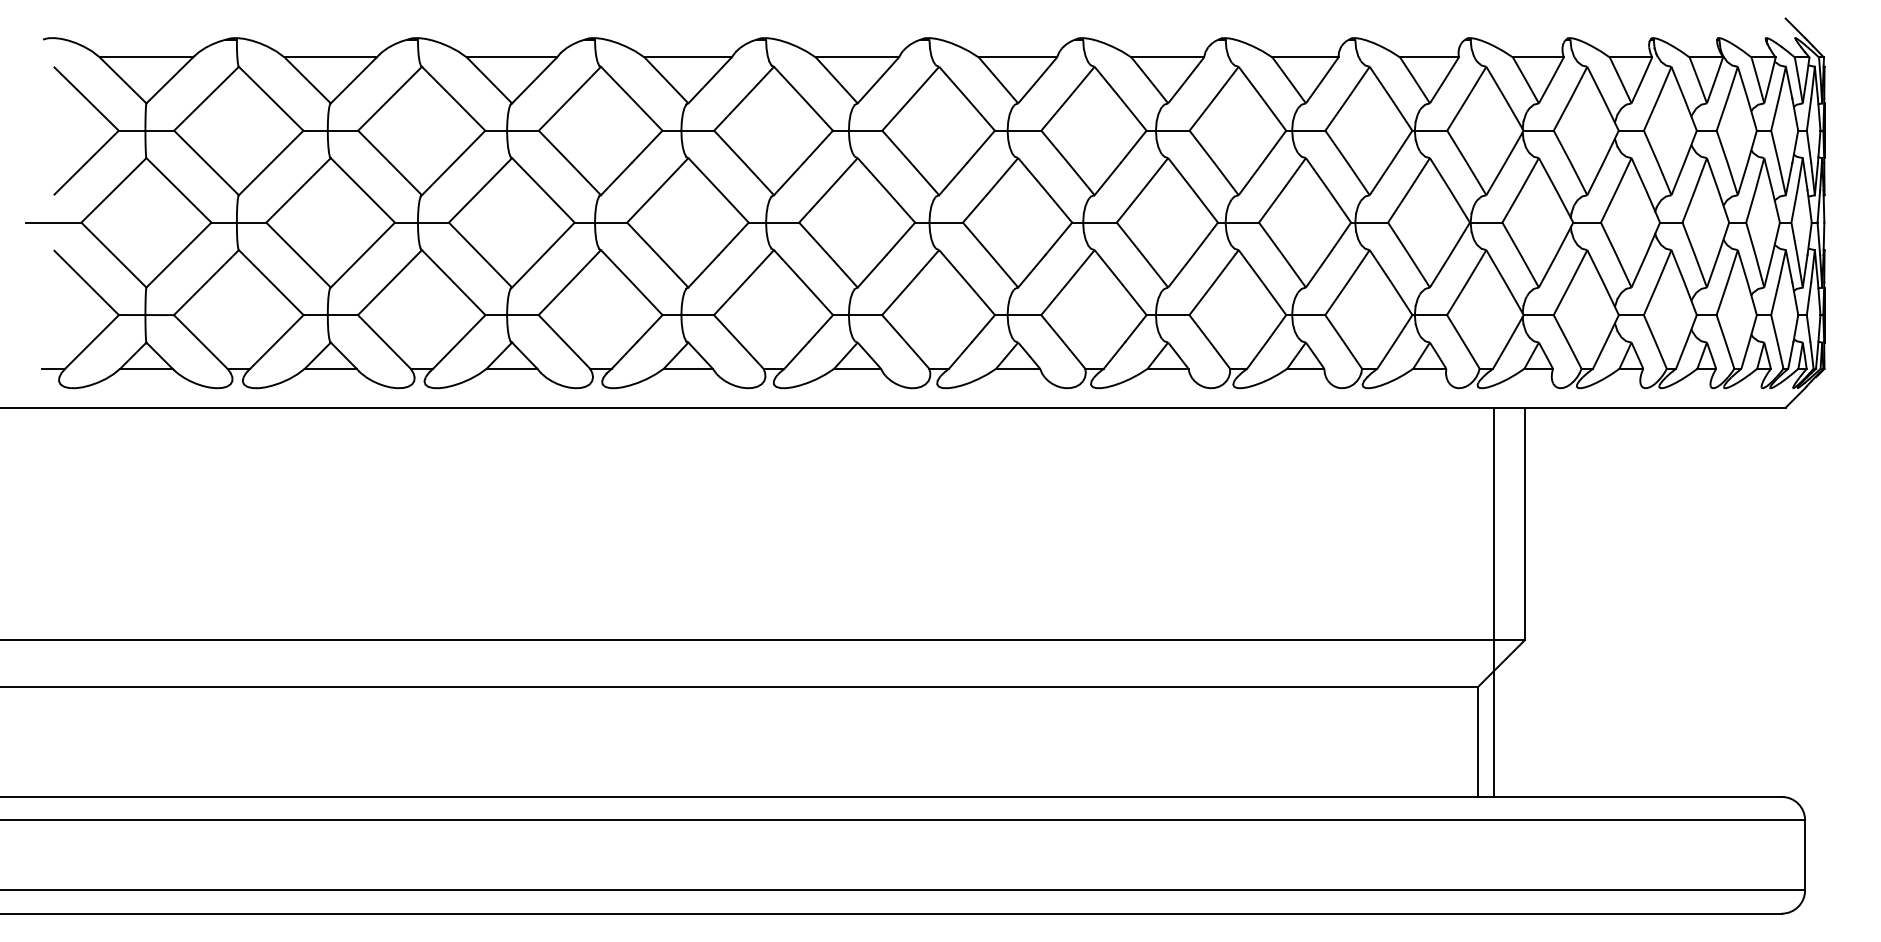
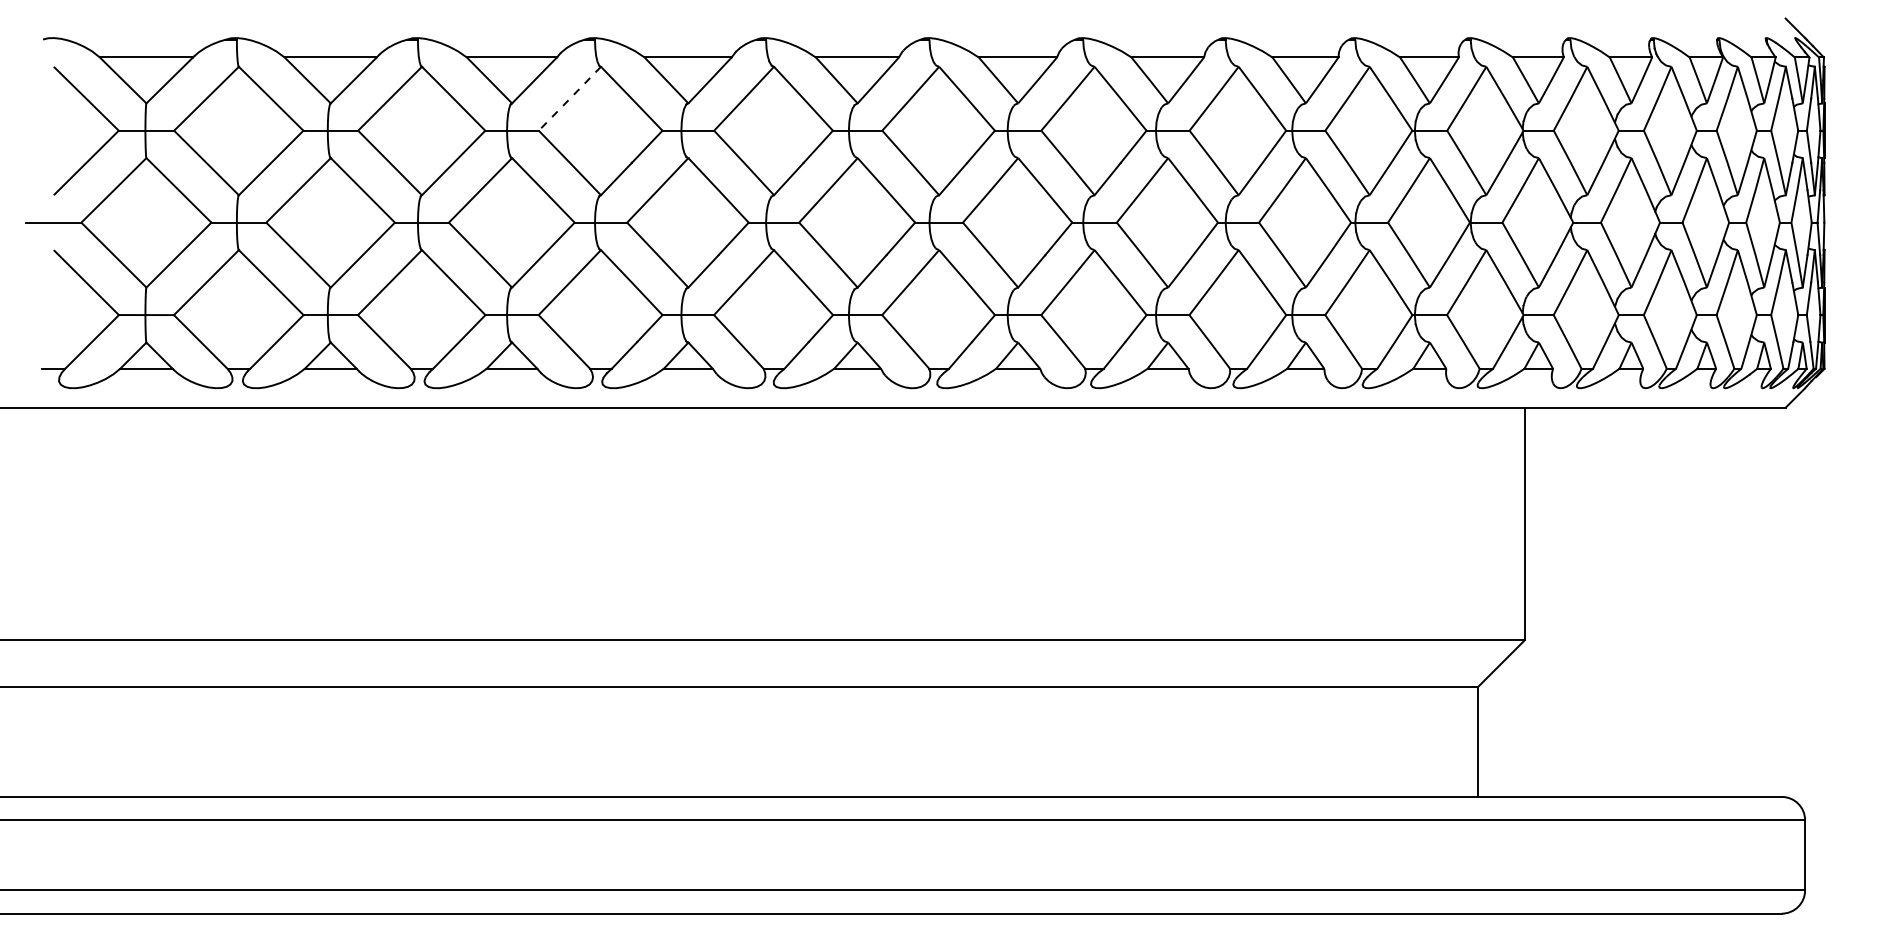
line at (570, 98): solid -> dashed
line at (1493, 601): present -> none
